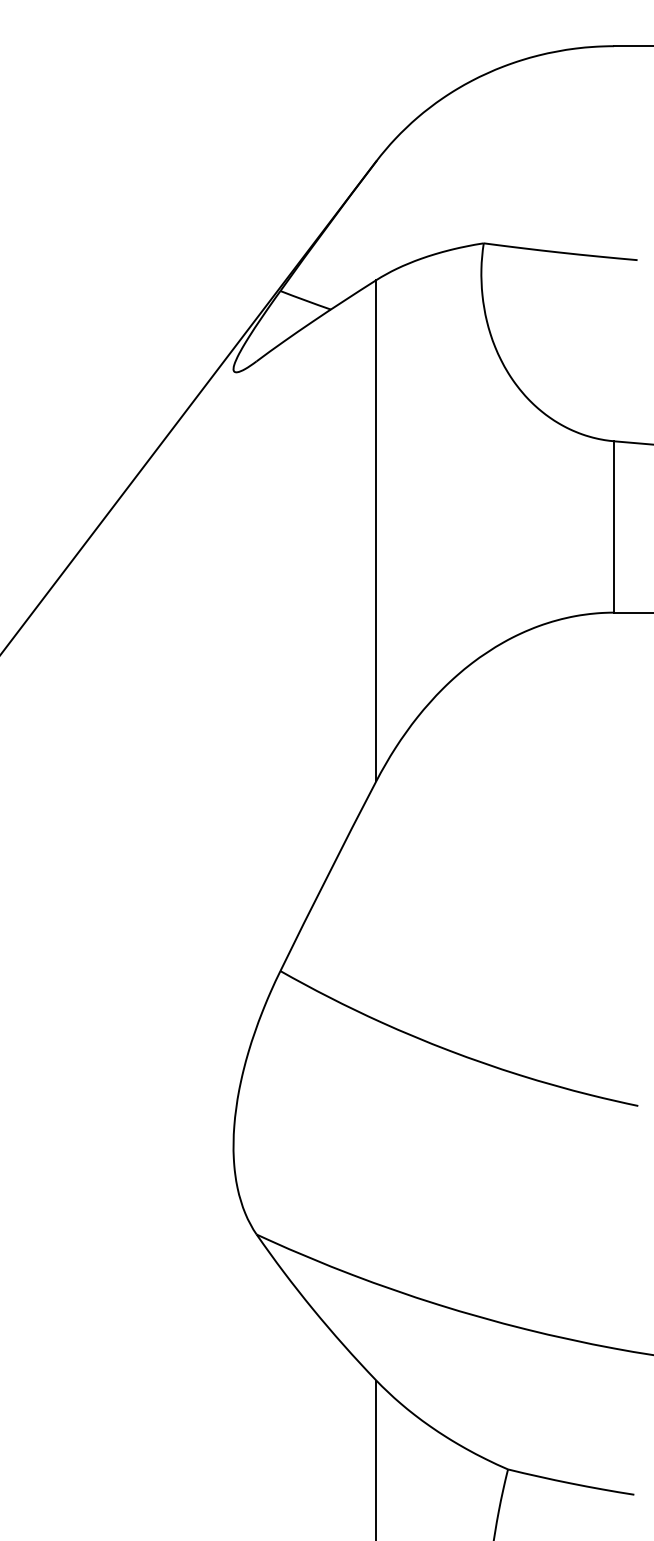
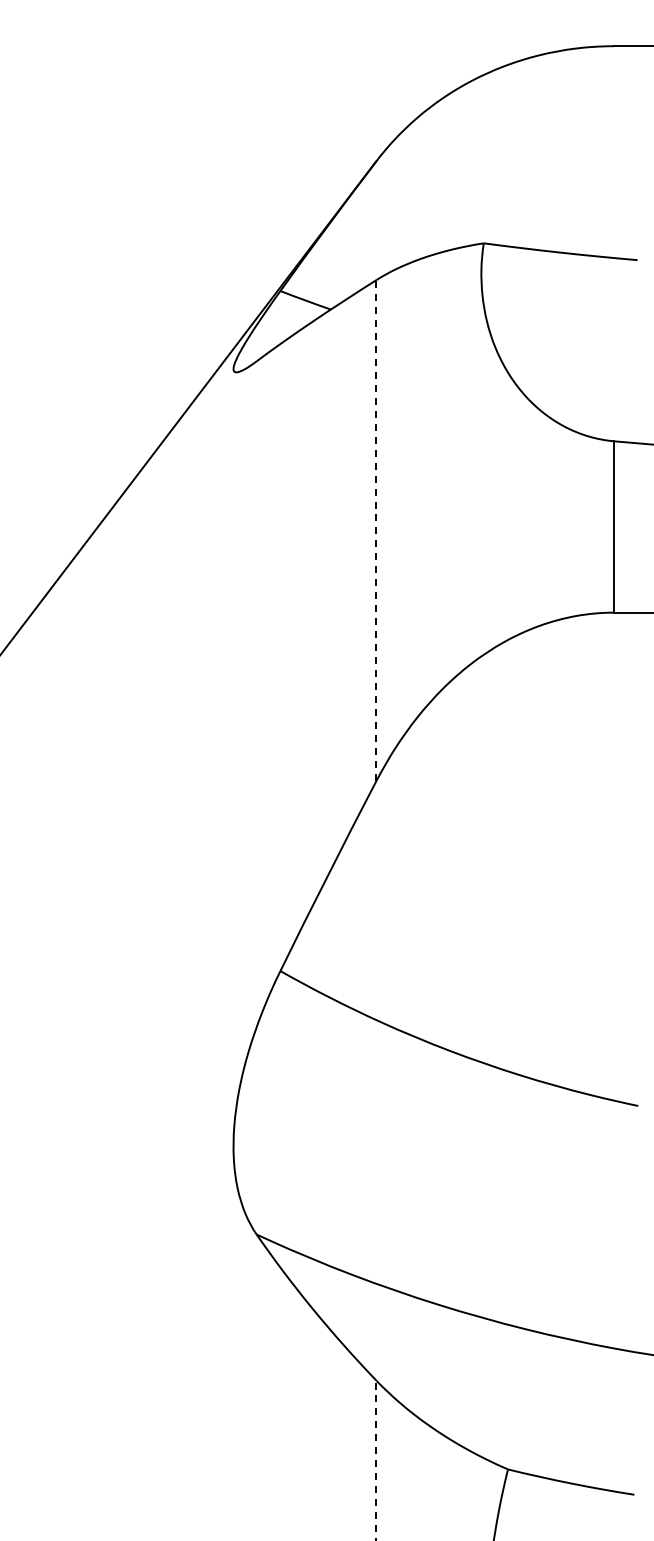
line at (376, 530): solid -> dashed
line at (376, 1460): solid -> dashed
